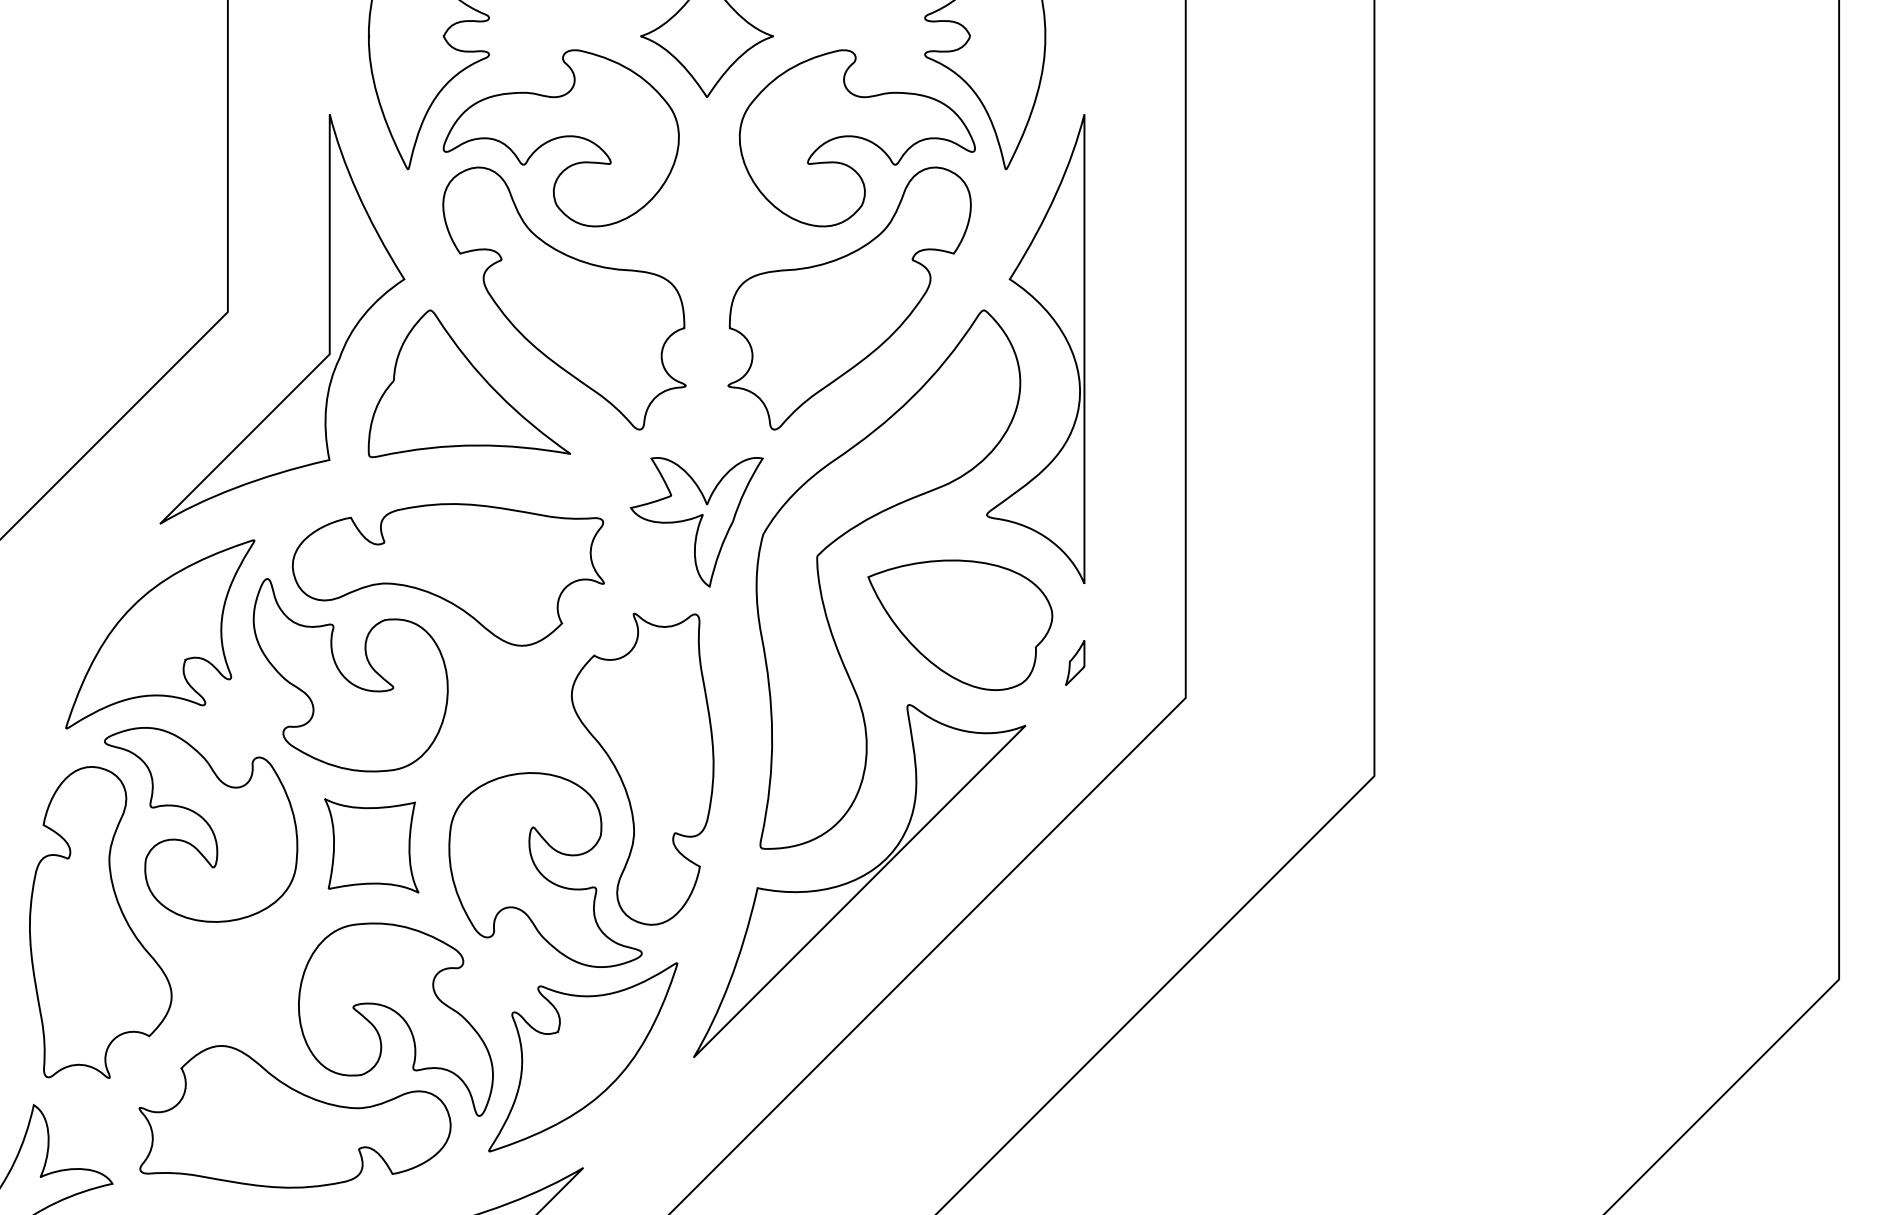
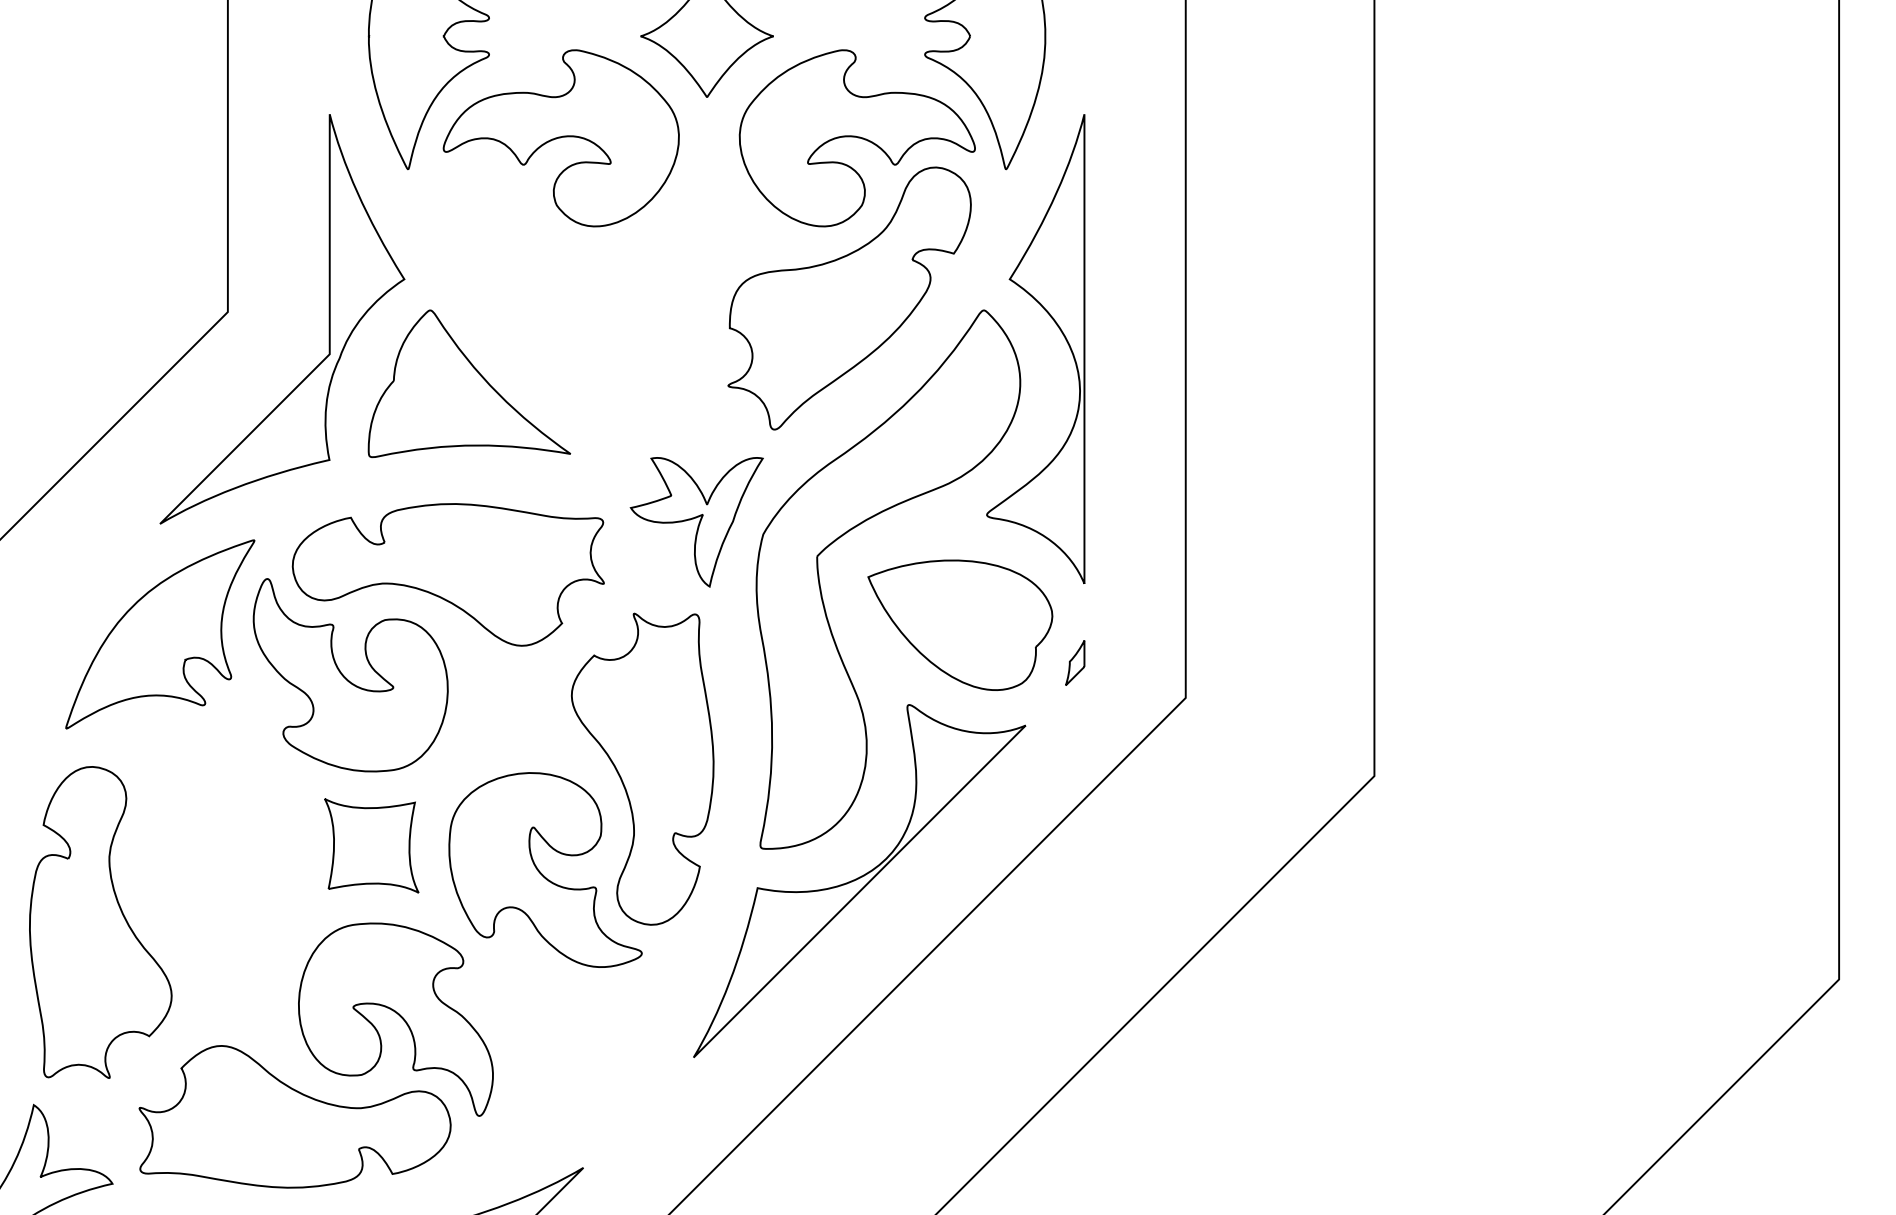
part at (564, 298): present -> none
part at (201, 824): present -> none
part at (583, 1057): present -> none
